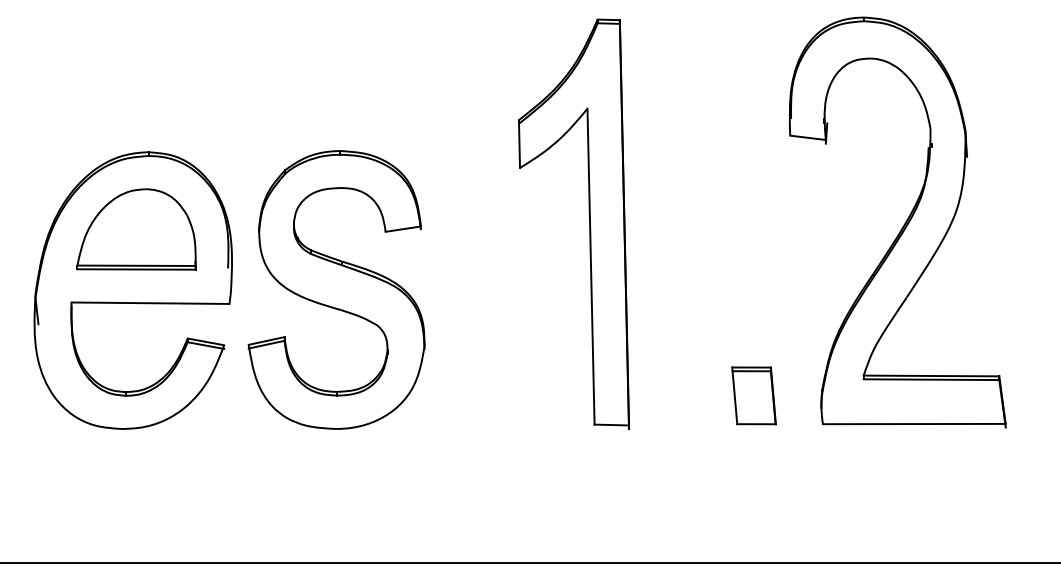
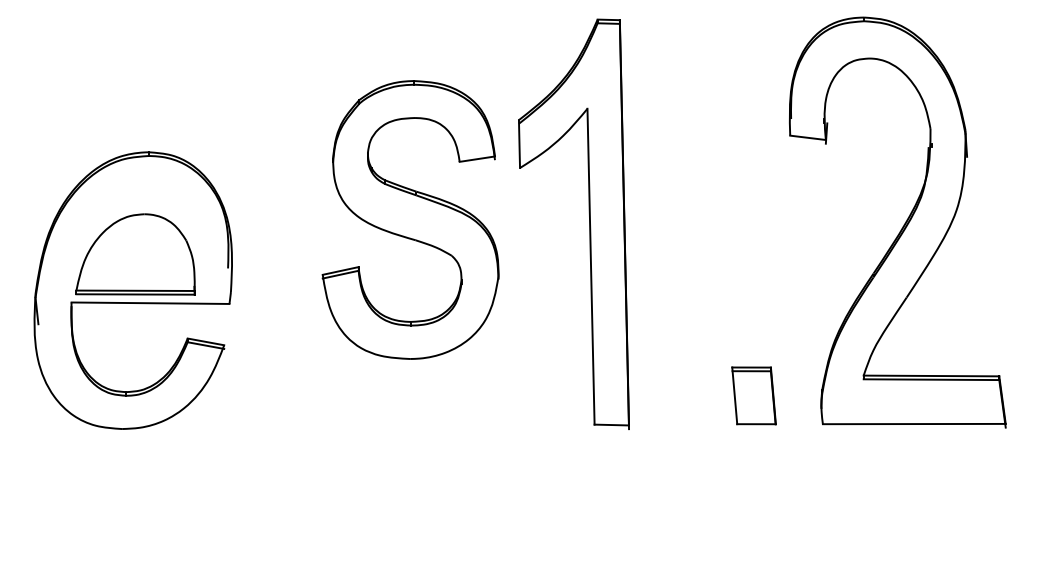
part at (136, 229) position: (136, 229) -> (135, 254)
part at (336, 289) position: (336, 289) -> (410, 219)
line at (529, 563): present -> none
